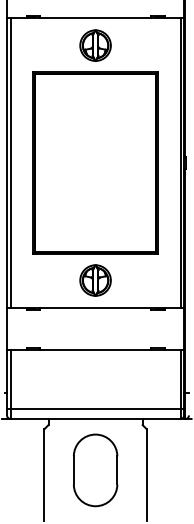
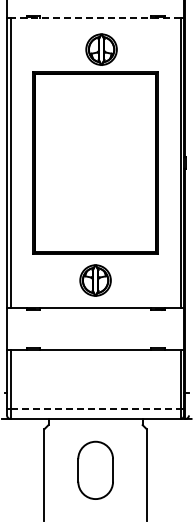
line at (95, 17): solid -> dashed
part at (95, 45) position: (95, 45) -> (101, 49)
line at (95, 408): solid -> dashed
part at (95, 470) size: 46x75 px -> 37x60 px
